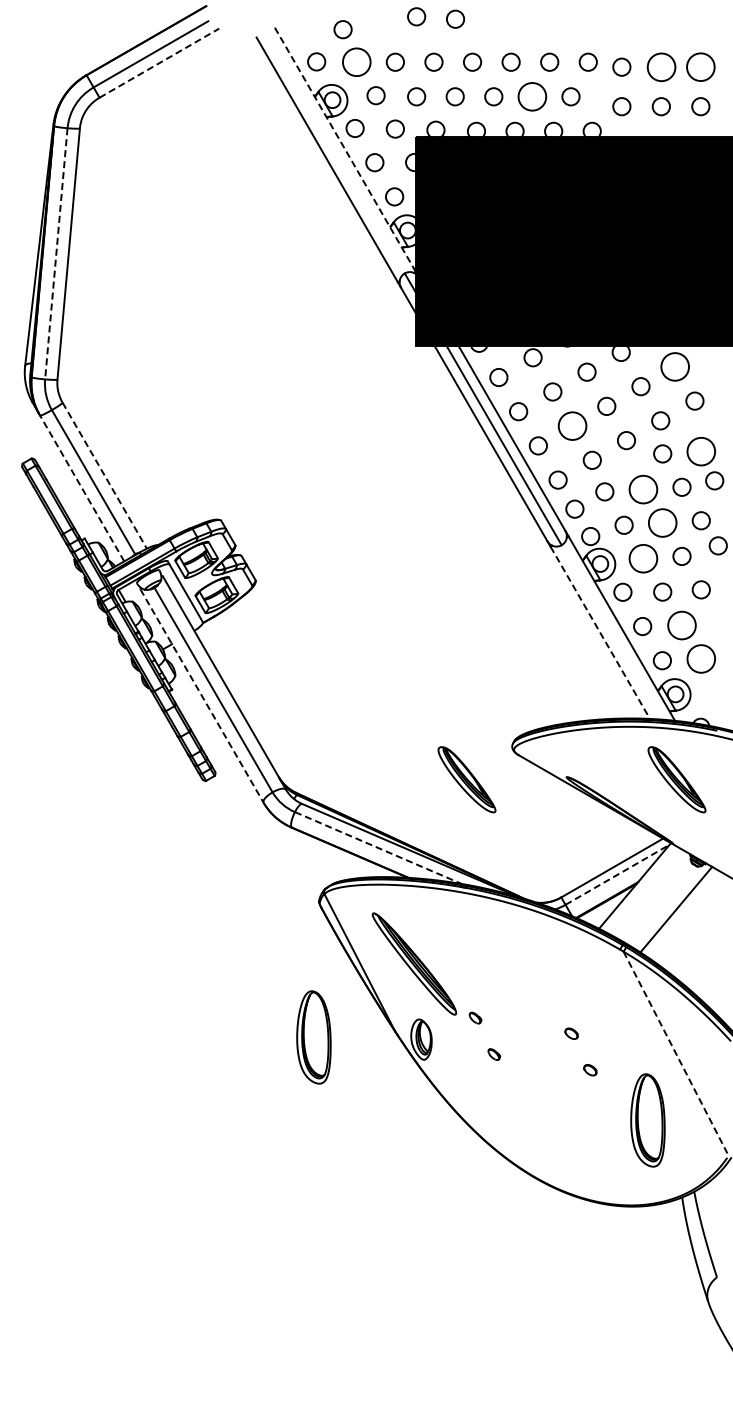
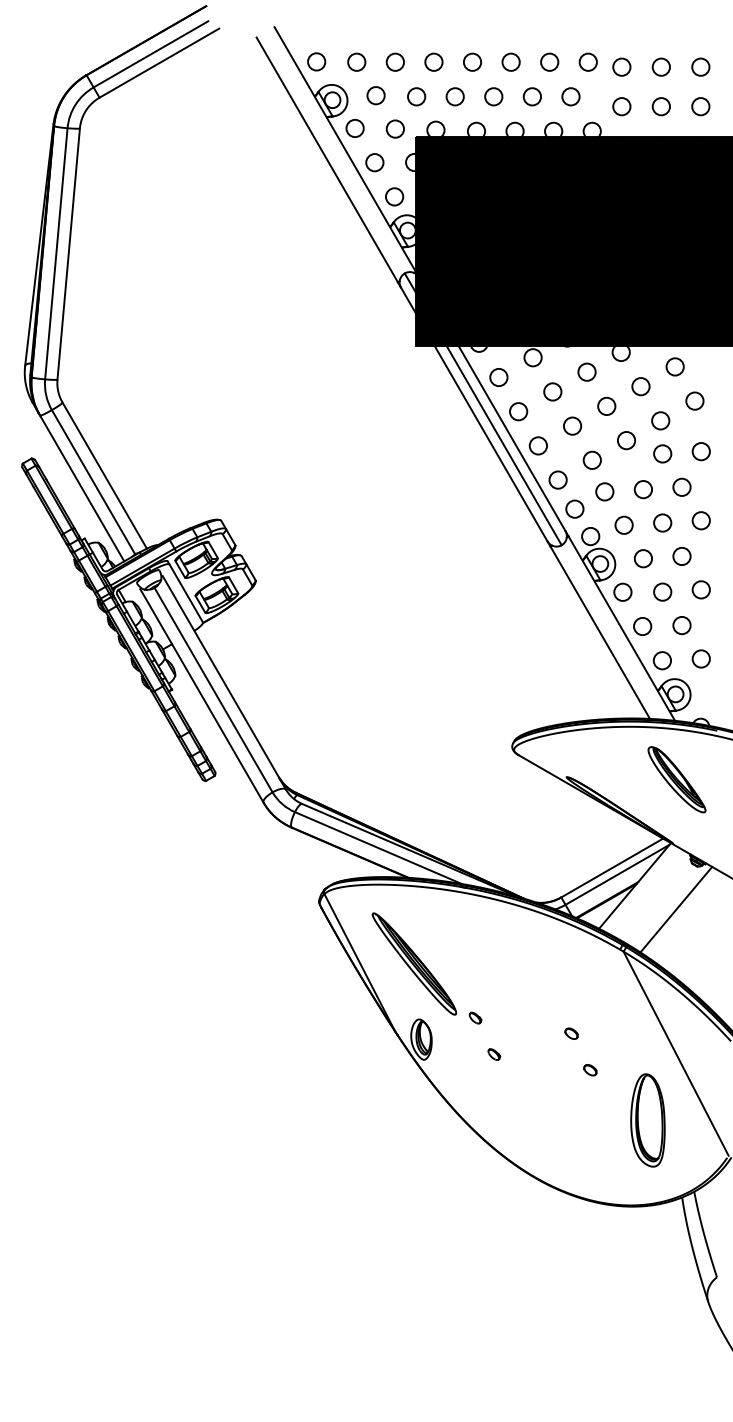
circle at (416, 16): present -> none
circle at (455, 18): present -> none
circle at (342, 29): present -> none
line at (159, 62): dashed -> solid
circle at (356, 62) diameter: 28 px -> 17 px
circle at (661, 66) size: 31x30 px -> 20x20 px
circle at (700, 67) diameter: 28 px -> 17 px
circle at (532, 96) diameter: 28 px -> 17 px
line at (344, 149): dashed -> solid
line at (56, 254): dashed -> solid
circle at (675, 366) diameter: 28 px -> 17 px
circle at (572, 425) diameter: 28 px -> 17 px
circle at (701, 451) diameter: 28 px -> 17 px
line at (105, 476): dashed -> solid
circle at (714, 480): present -> none
line at (81, 488): dashed -> solid
circle at (643, 489) diameter: 28 px -> 17 px
circle at (662, 522) diameter: 28 px -> 17 px
circle at (717, 545): present -> none
circle at (643, 558) diameter: 28 px -> 17 px
circle at (681, 625) diameter: 28 px -> 17 px
line at (600, 633): dashed -> solid
circle at (701, 658) diameter: 28 px -> 17 px
line at (202, 696): dashed -> solid
part at (466, 779): present -> none
line at (378, 848): dashed -> solid
line at (617, 874): dashed -> solid
part at (313, 1037): present -> none
line at (676, 1053): dashed -> solid
